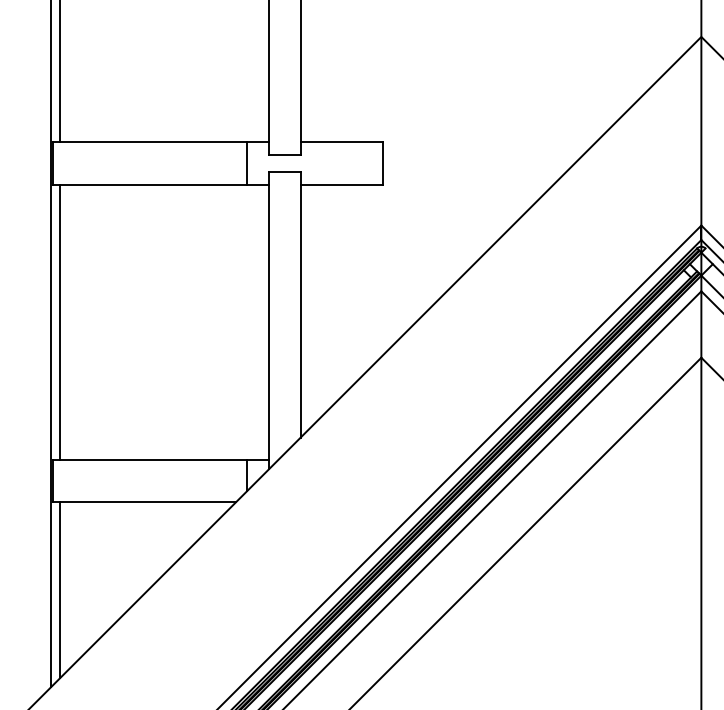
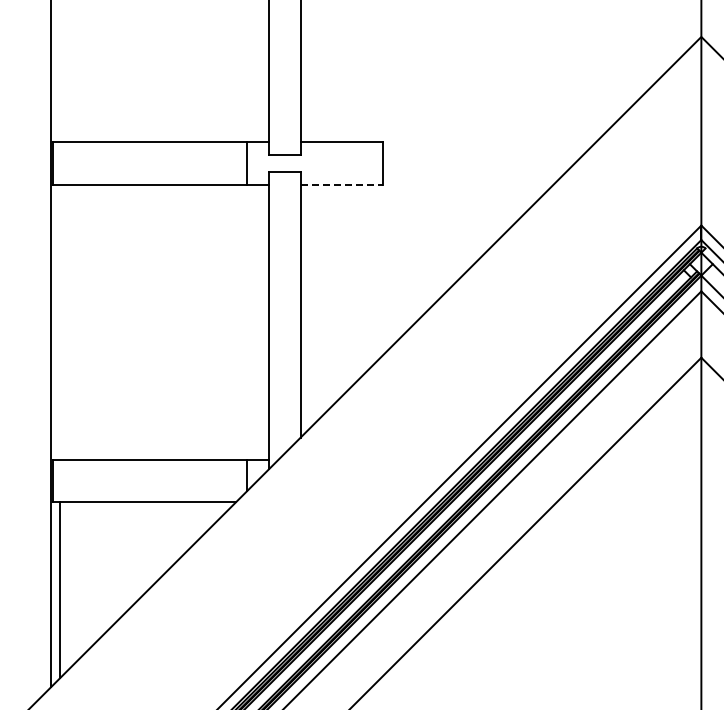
line at (60, 71): present -> none
line at (342, 184): solid -> dashed
line at (60, 321): present -> none
